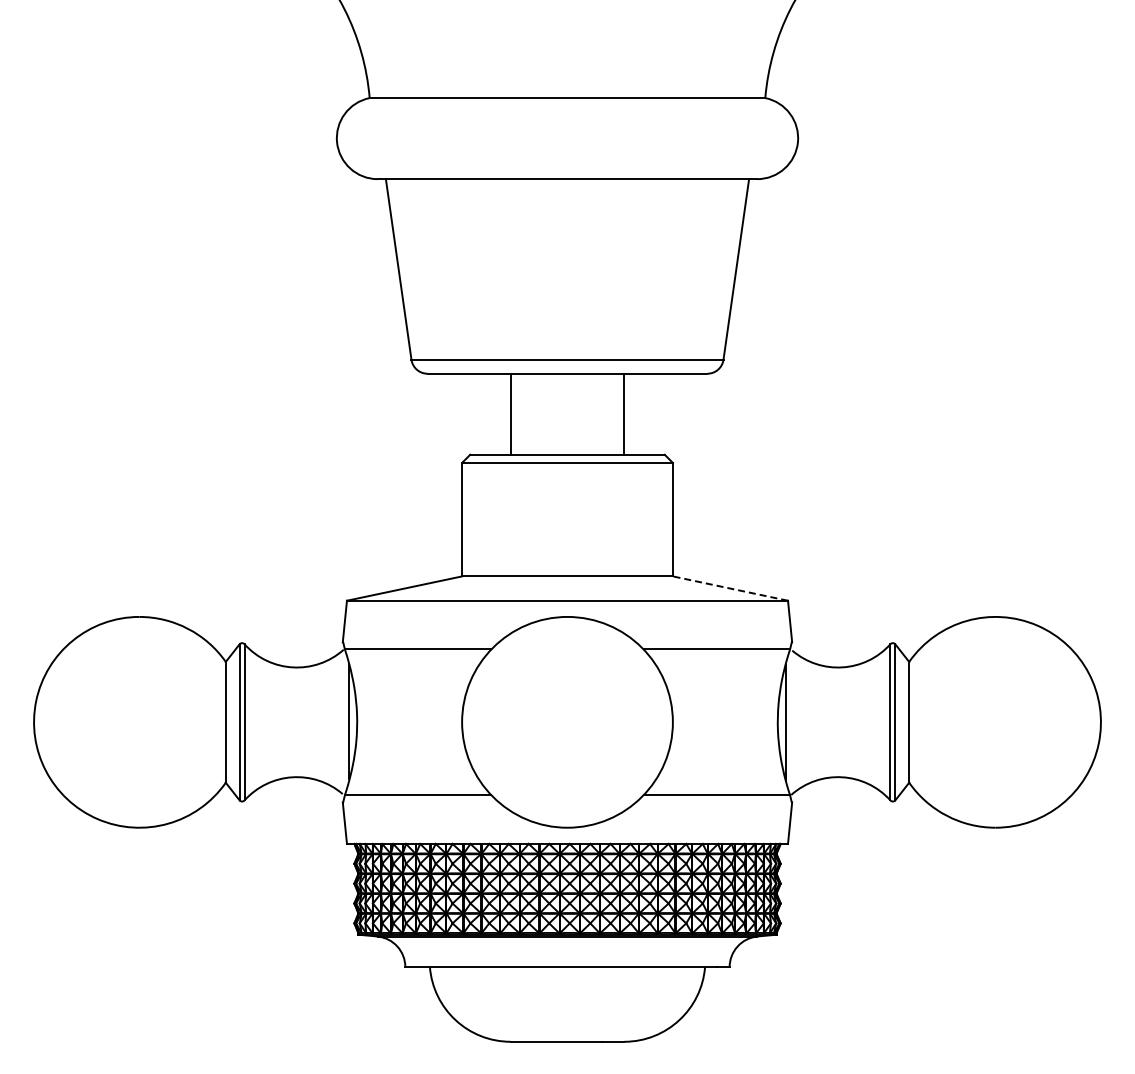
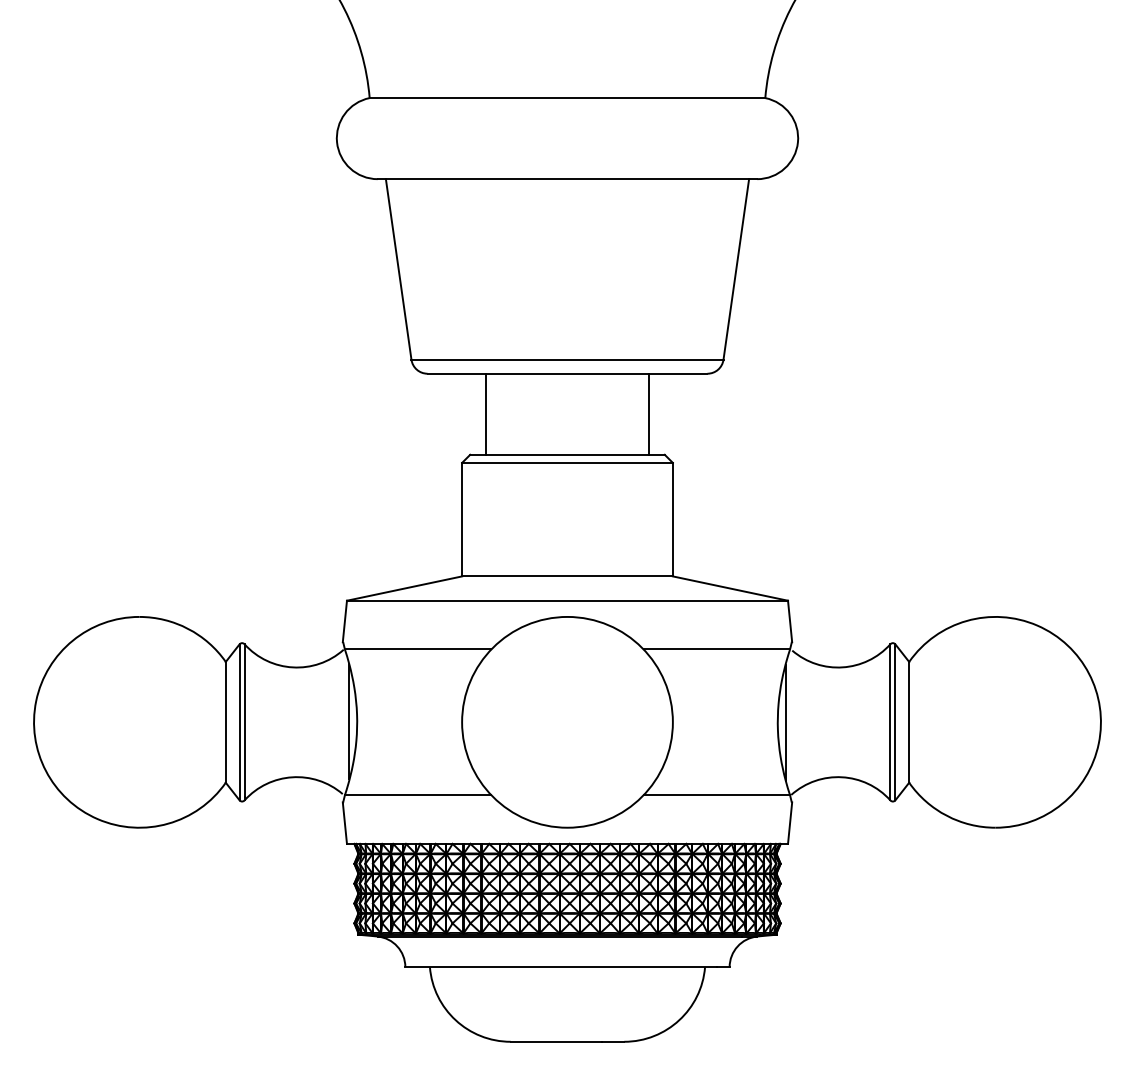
line at (511, 413) position: (511, 413) -> (486, 413)
line at (623, 413) position: (623, 413) -> (648, 413)
line at (730, 588): dashed -> solid
